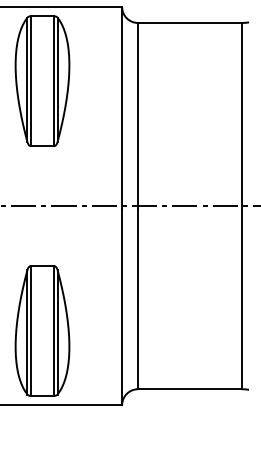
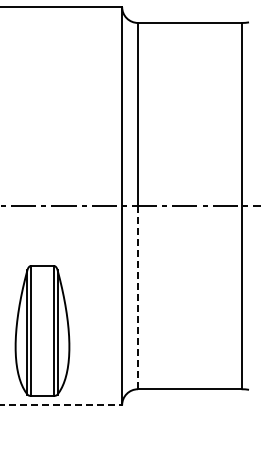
part at (42, 80): present -> none
line at (138, 298): solid -> dashed
line at (61, 405): solid -> dashed
